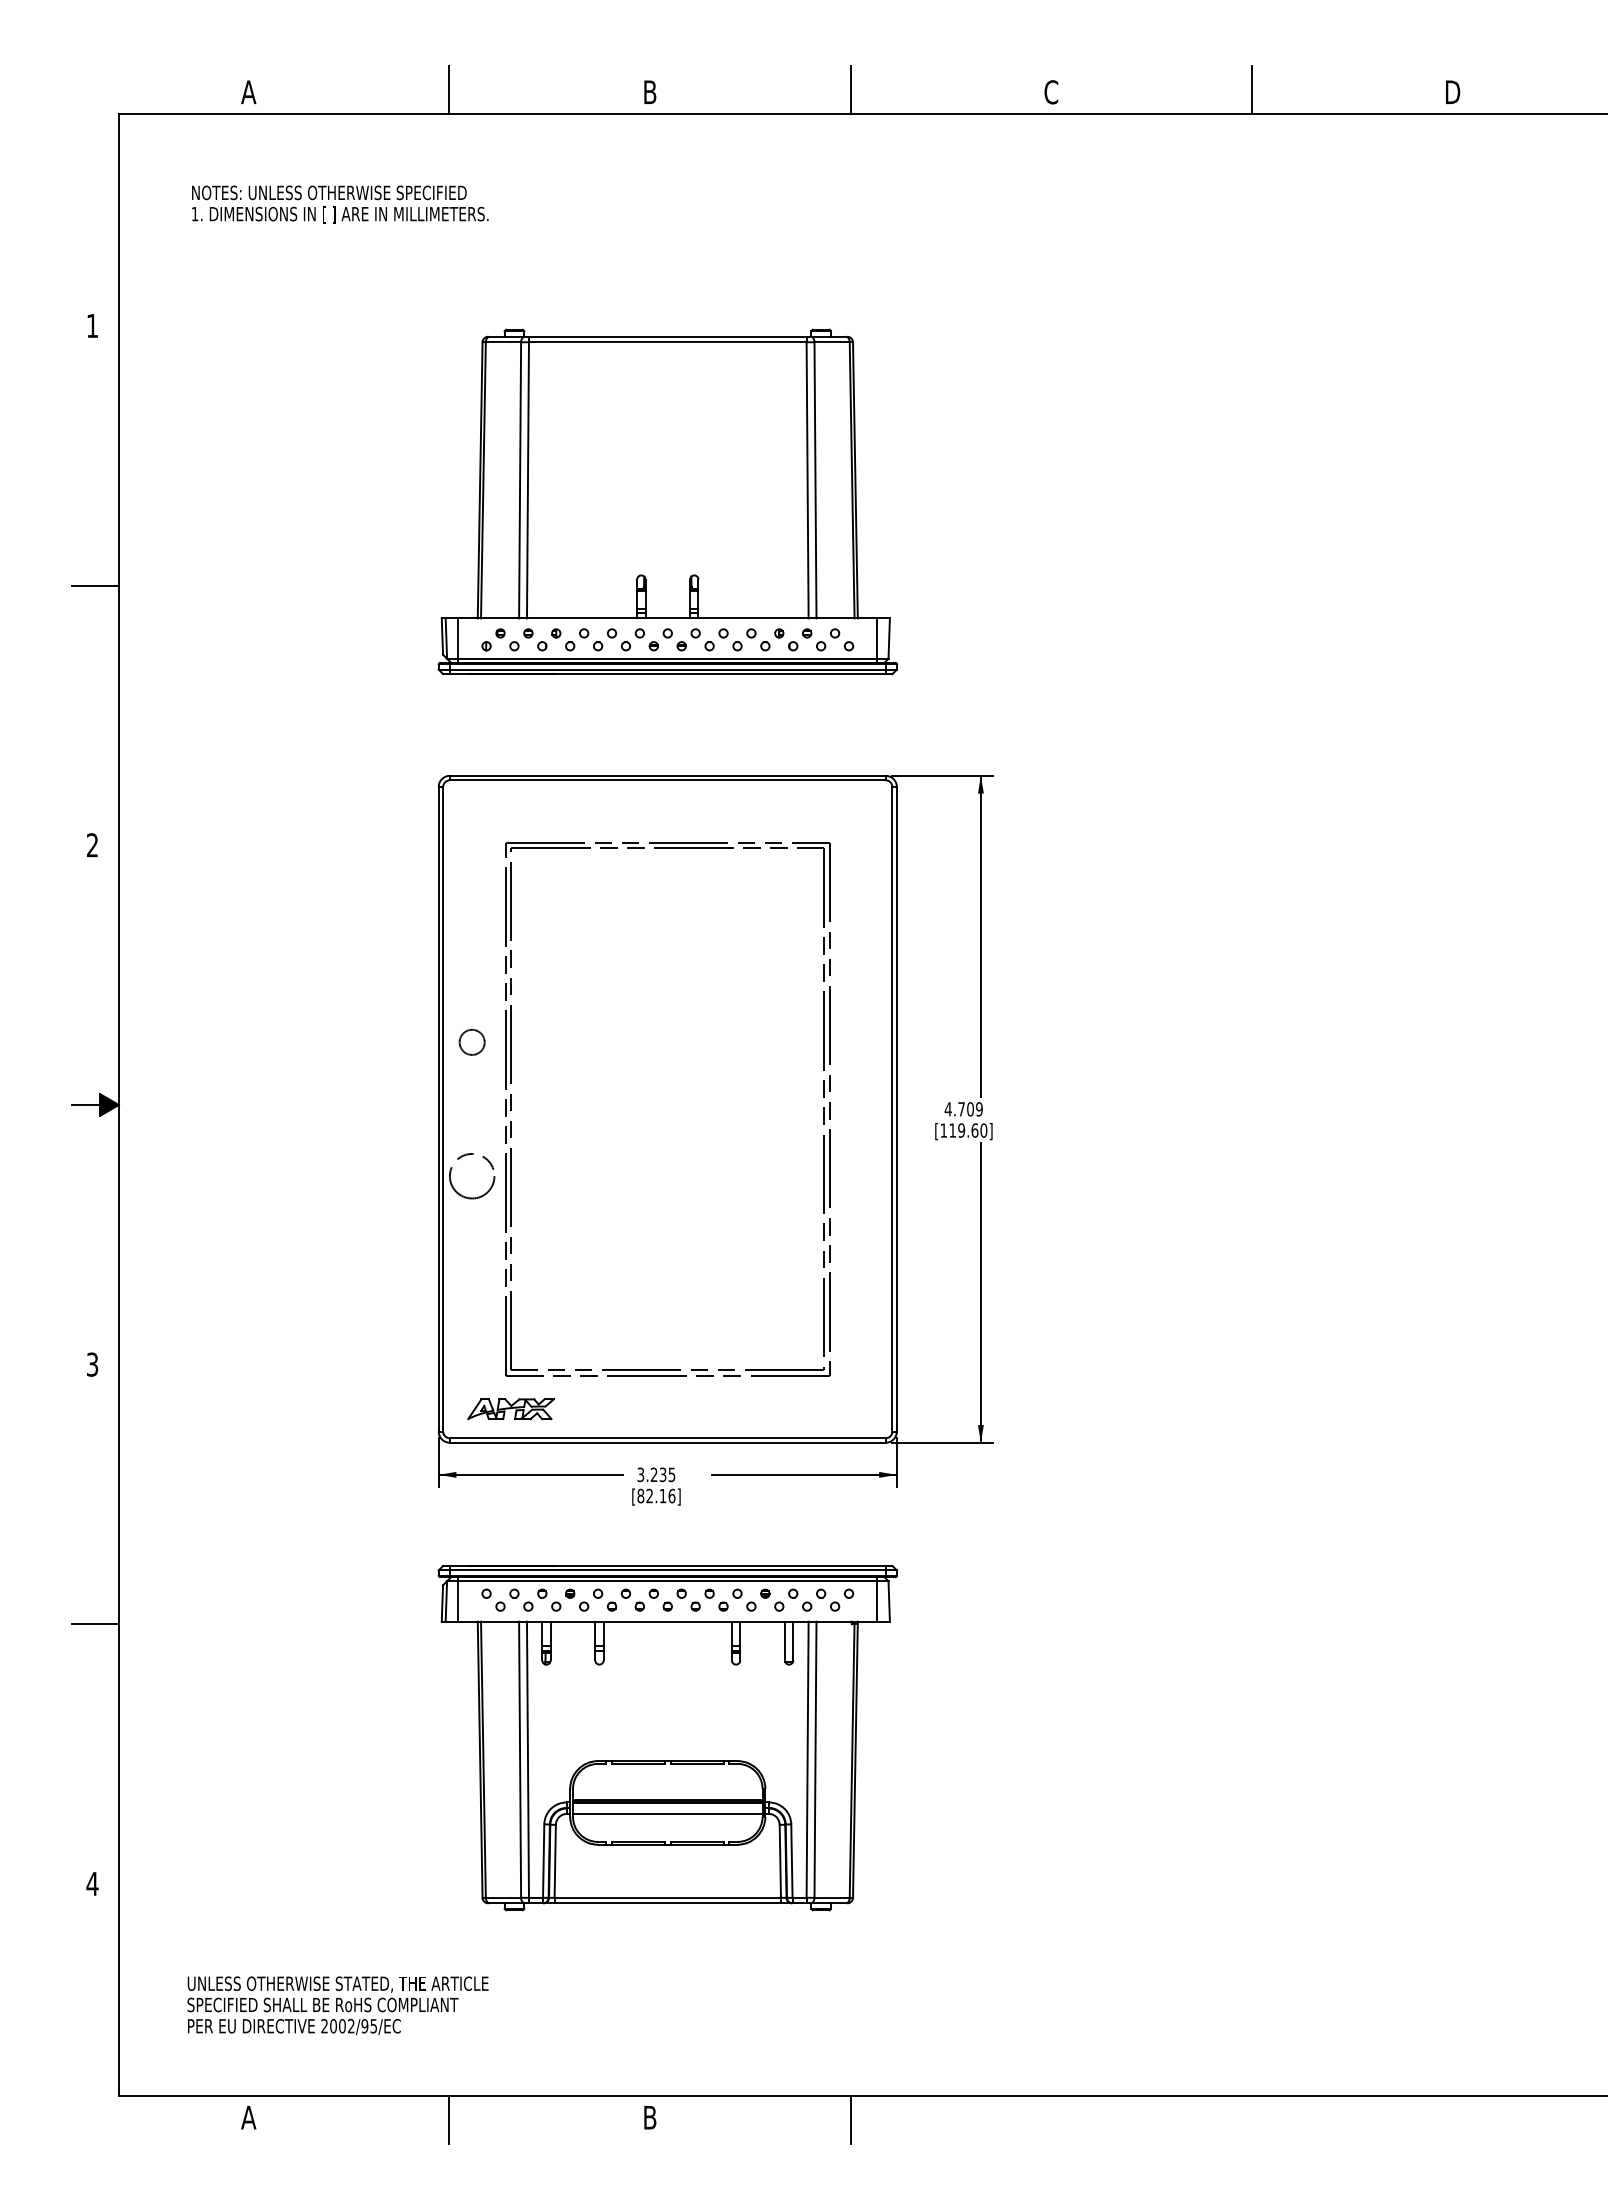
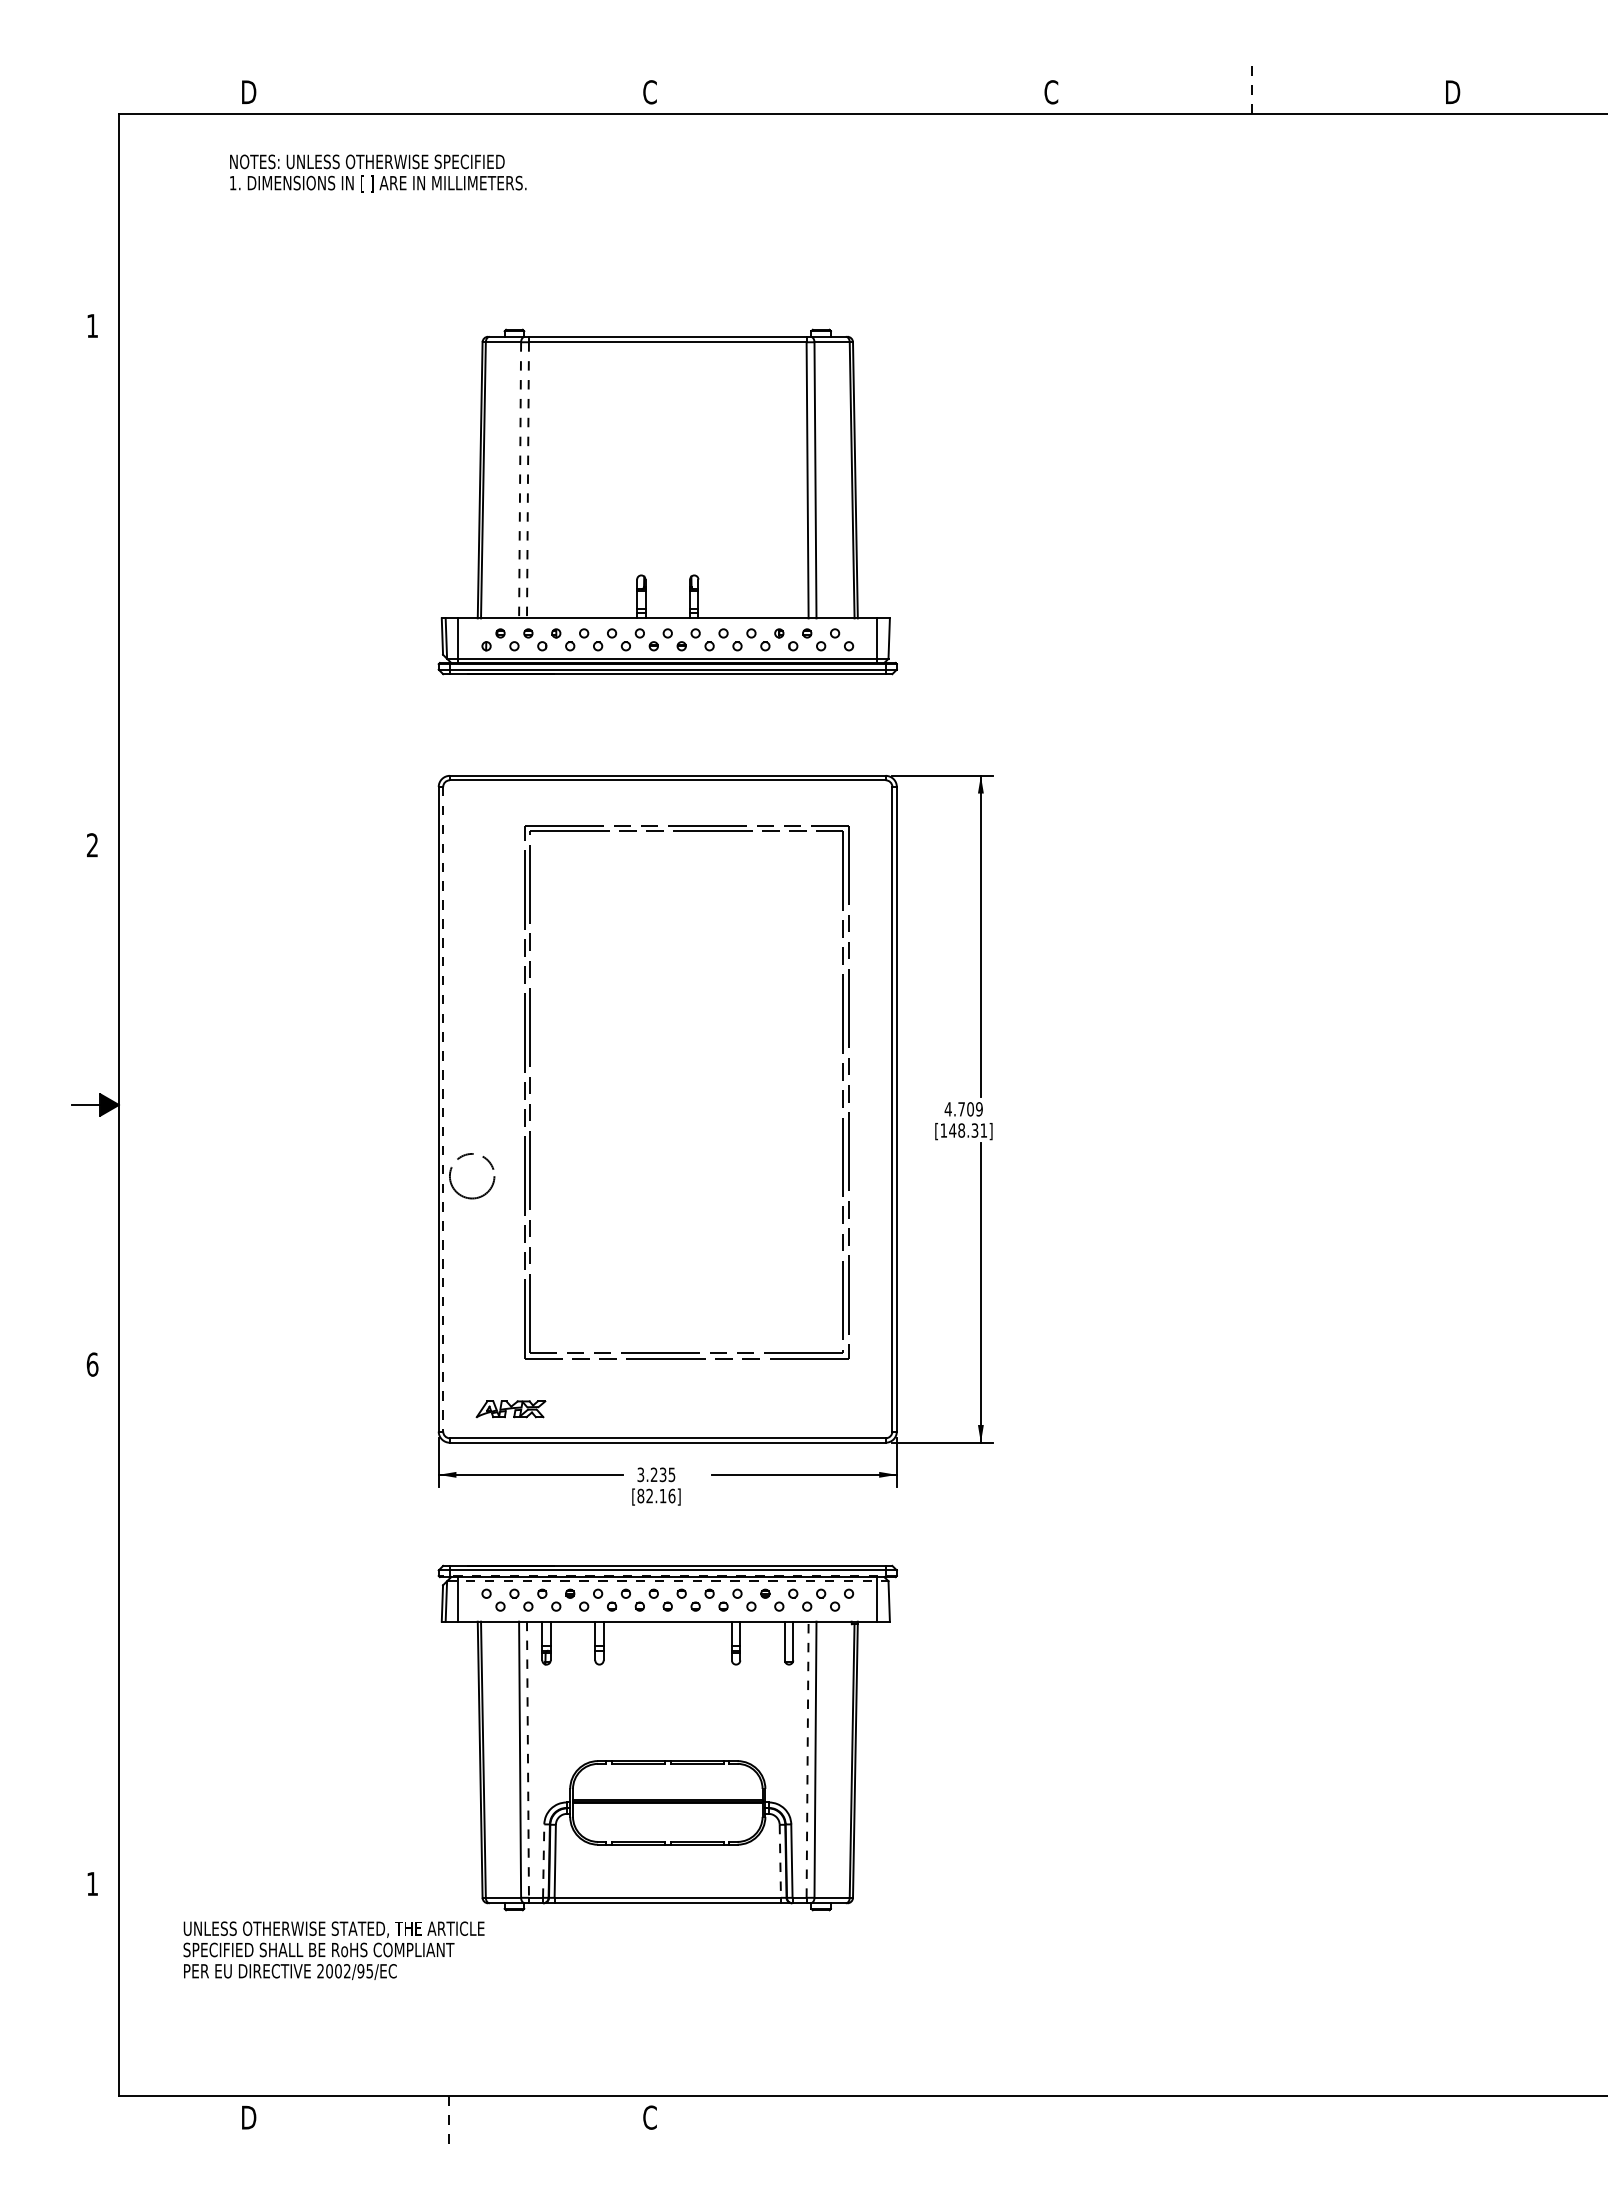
line at (449, 89): present -> none
line at (850, 89): present -> none
line at (1251, 89): solid -> dashed
text at (248, 92): A -> D
text at (649, 92): B -> C
text at (340, 204) position: (340, 204) -> (378, 173)
line at (520, 480): solid -> dashed
line at (527, 480): solid -> dashed
line at (94, 585): present -> none
circle at (471, 1042): present -> none
line at (443, 1109): solid -> dashed
part at (511, 1109) position: (511, 1109) -> (530, 1092)
text at (968, 1130): [119.60] -> [148.31]
text at (92, 1364): 3 -> 6
part at (510, 1409) size: 88x23 px -> 72x19 px
line at (667, 1575): solid -> dashed
line at (667, 1581): solid -> dashed
line at (94, 1624): present -> none
line at (807, 1759): solid -> dashed
line at (527, 1760): solid -> dashed
line at (667, 1813): present -> none
line at (543, 1861): solid -> dashed
line at (780, 1861): solid -> dashed
text at (92, 1883): 4 -> 1
text at (337, 2005) position: (337, 2005) -> (333, 1950)
text at (248, 2117): A -> D
text at (649, 2117): B -> C
line at (850, 2119): present -> none
line at (449, 2120): solid -> dashed
